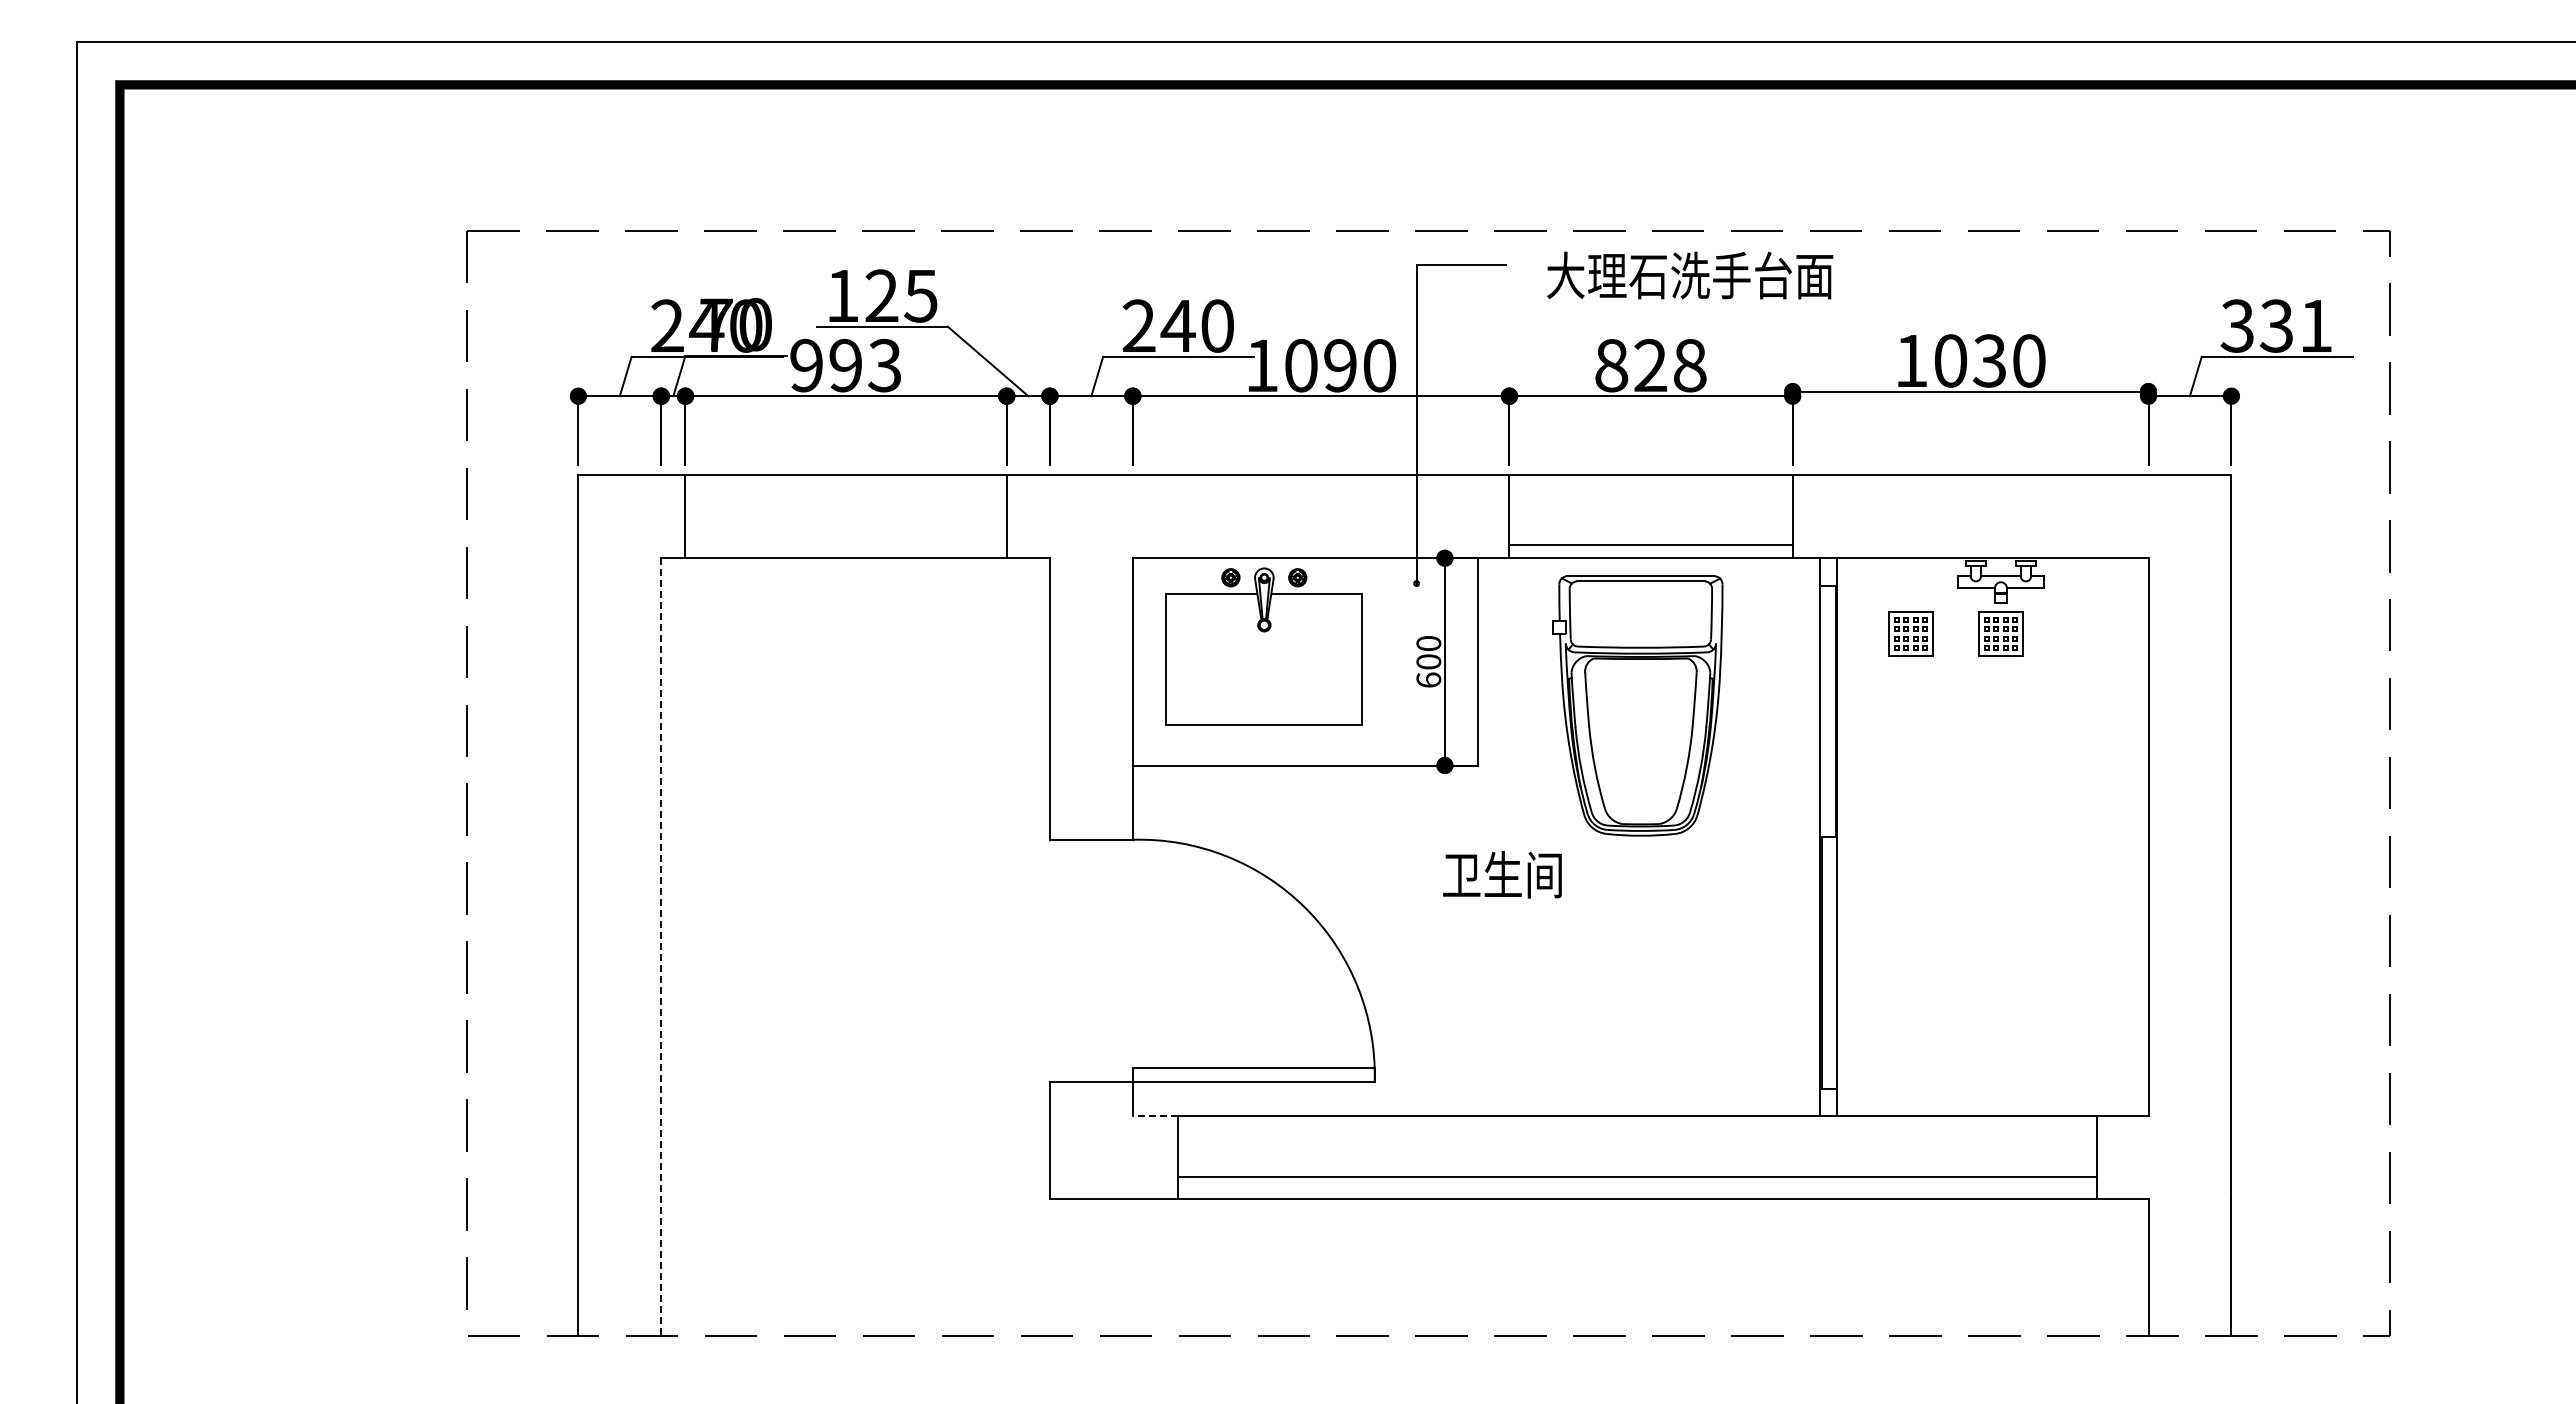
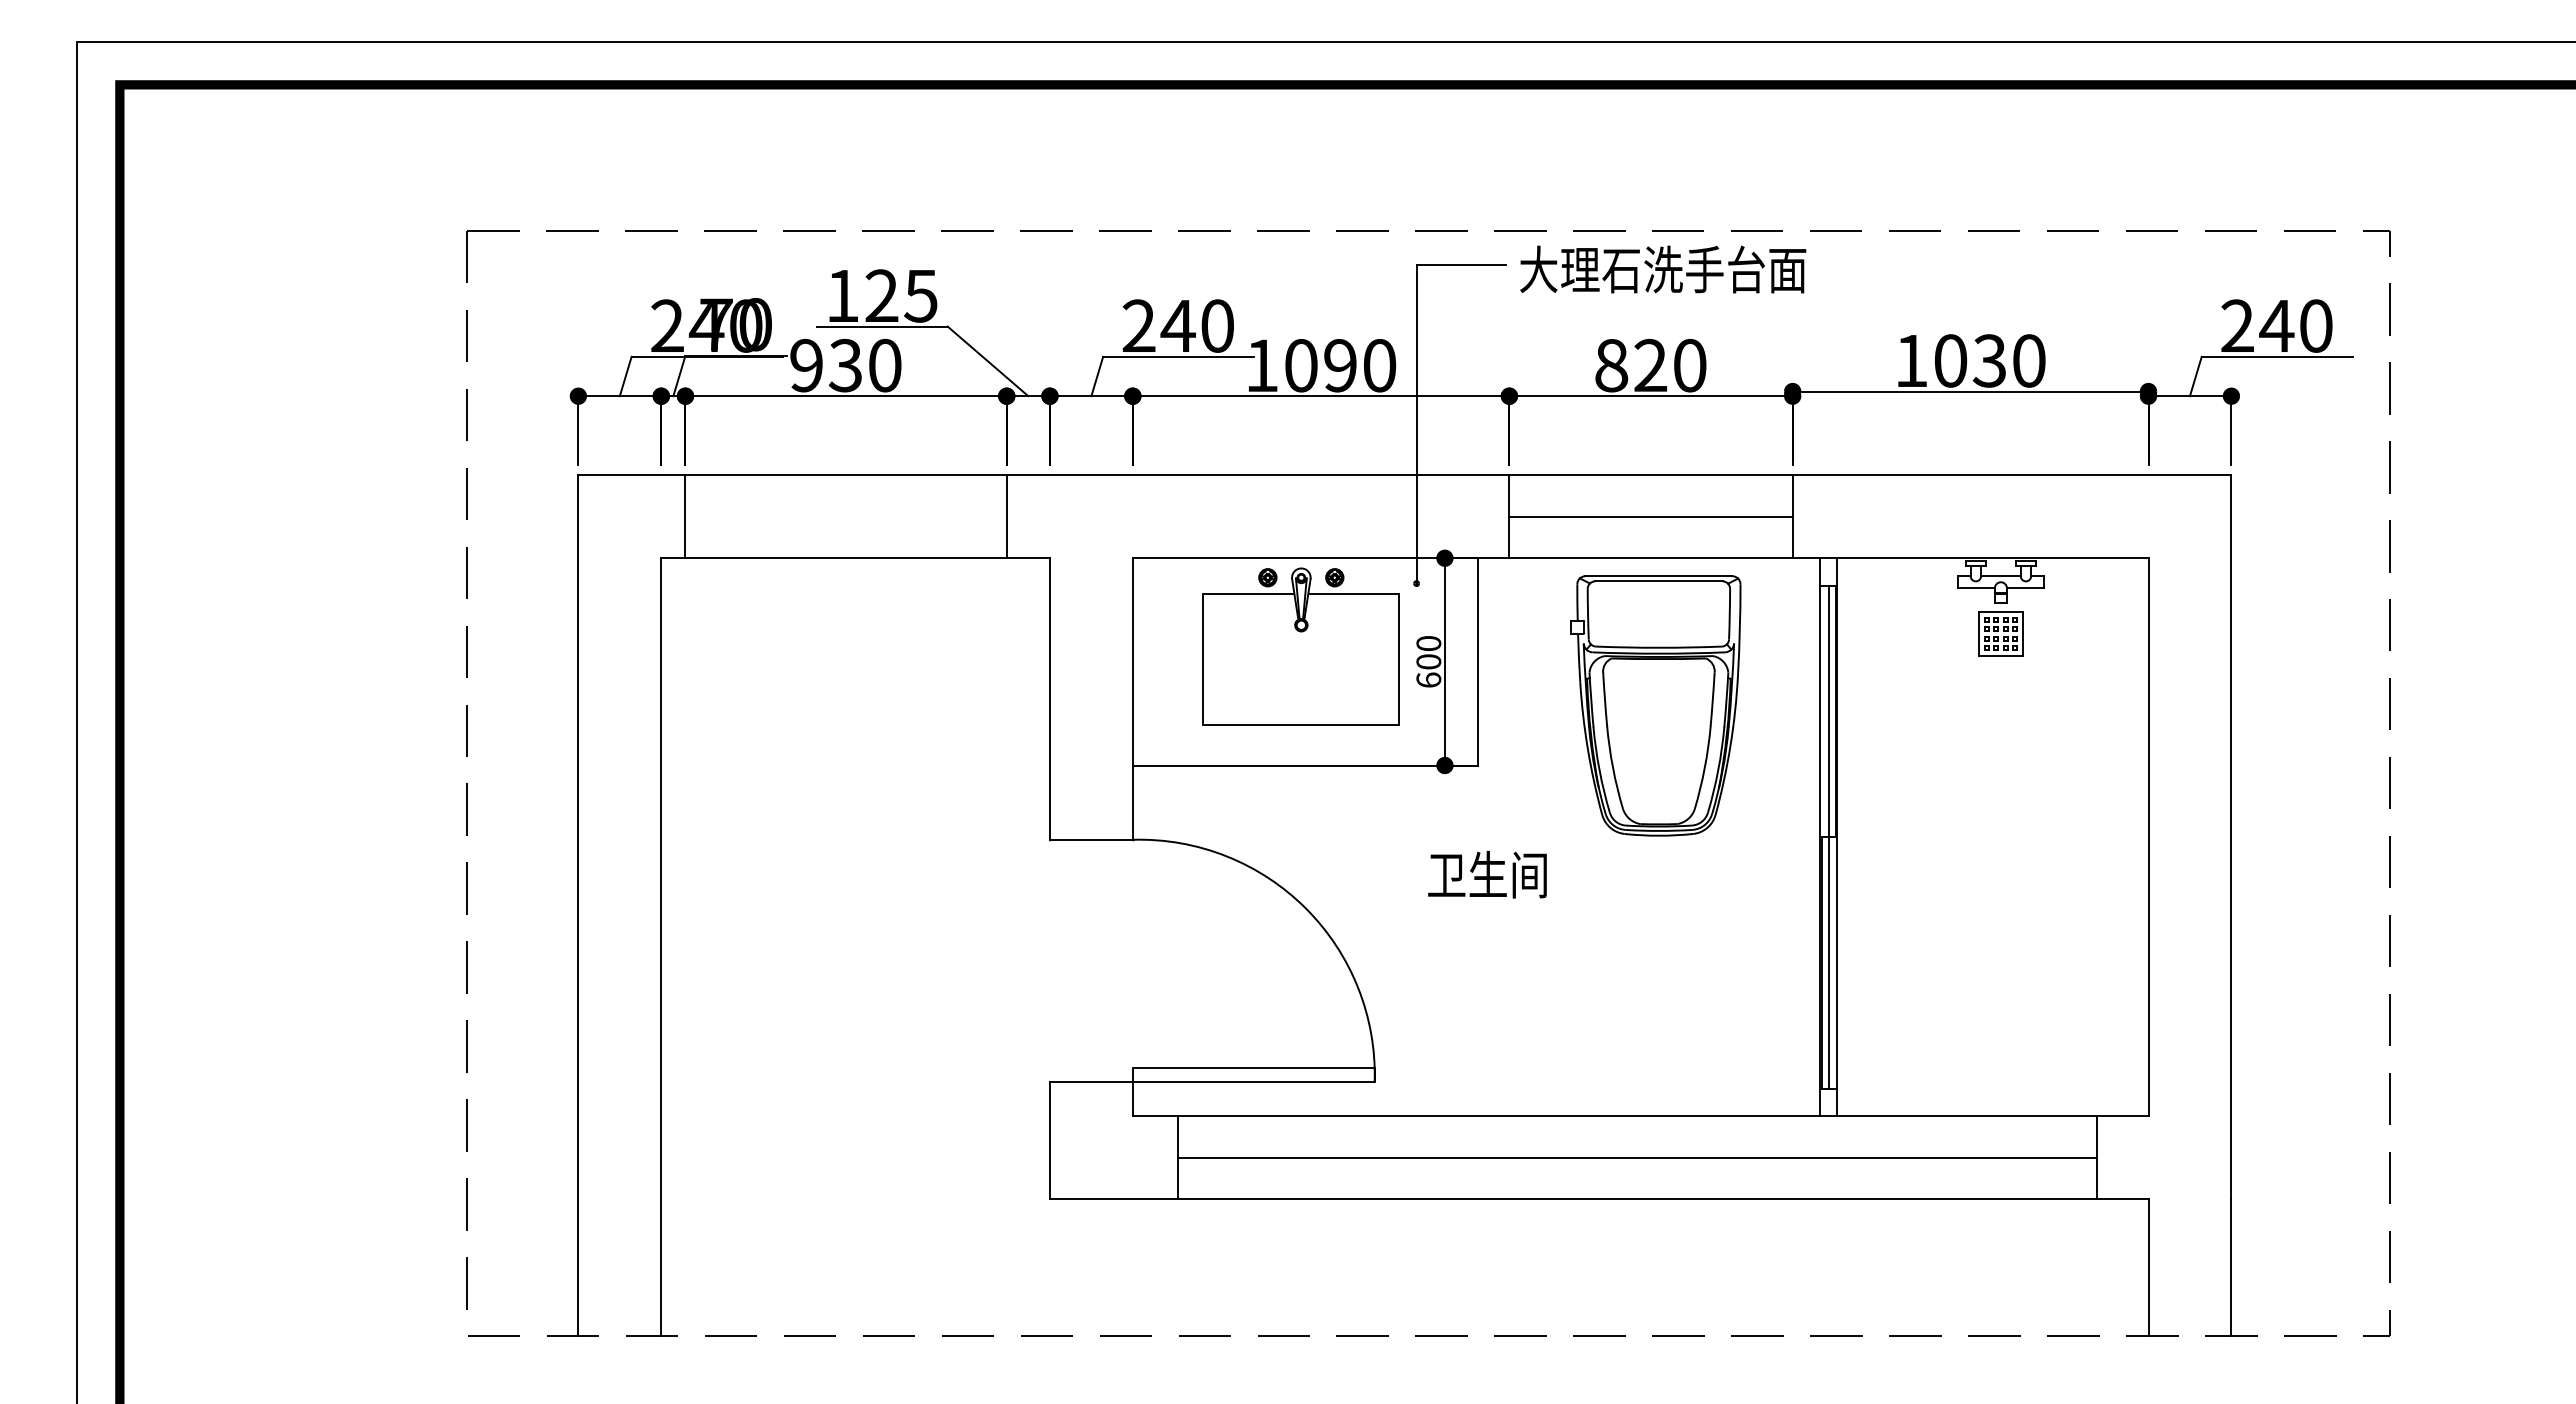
text at (1690, 275) position: (1690, 275) -> (1663, 269)
text at (2276, 325): 331 -> 240
text at (864, 365): 993 -> 930
text at (1690, 365): 828 -> 820
line at (1650, 544) position: (1650, 544) -> (1650, 516)
part at (1910, 633): present -> none
part at (1263, 646) position: (1263, 646) -> (1300, 646)
part at (1637, 705) position: (1637, 705) -> (1655, 705)
line at (1828, 836): none -> present
text at (1502, 874) position: (1502, 874) -> (1487, 874)
line at (661, 947): dashed -> solid
line at (1154, 1116): dashed -> solid
line at (1636, 1176) position: (1636, 1176) -> (1636, 1157)
